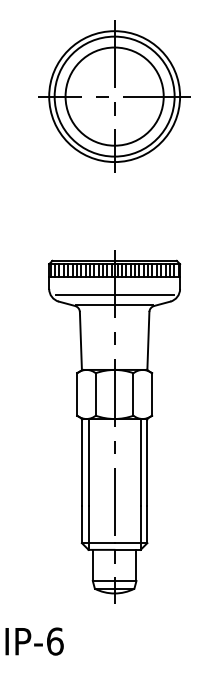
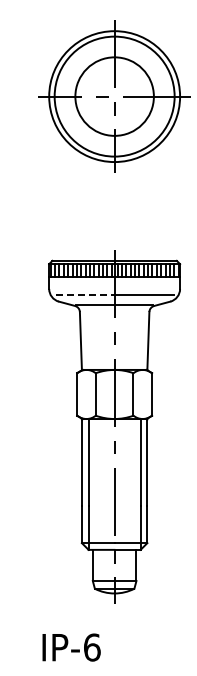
circle at (114, 96) diameter: 98 px -> 79 px
line at (85, 294): solid -> dashed
text at (34, 641) position: (34, 641) -> (71, 647)
